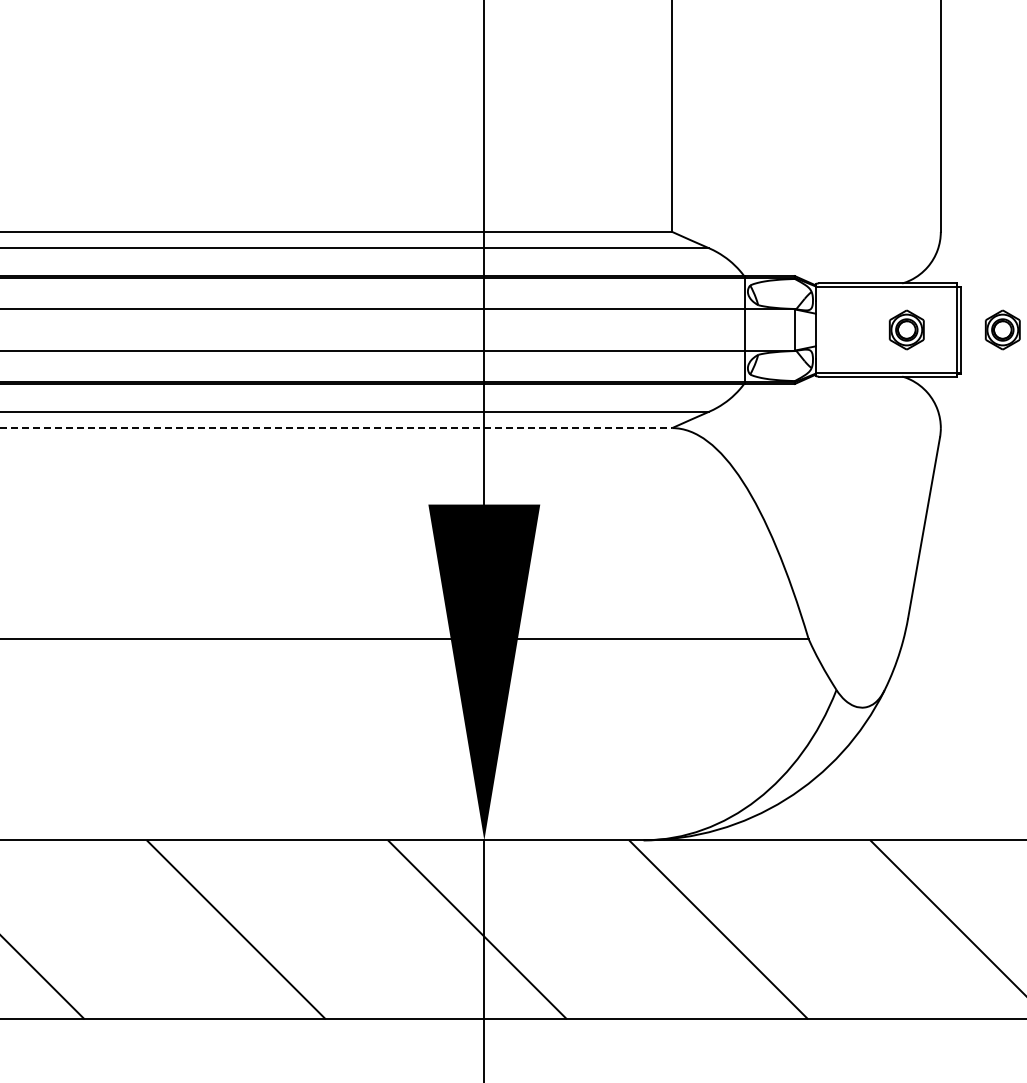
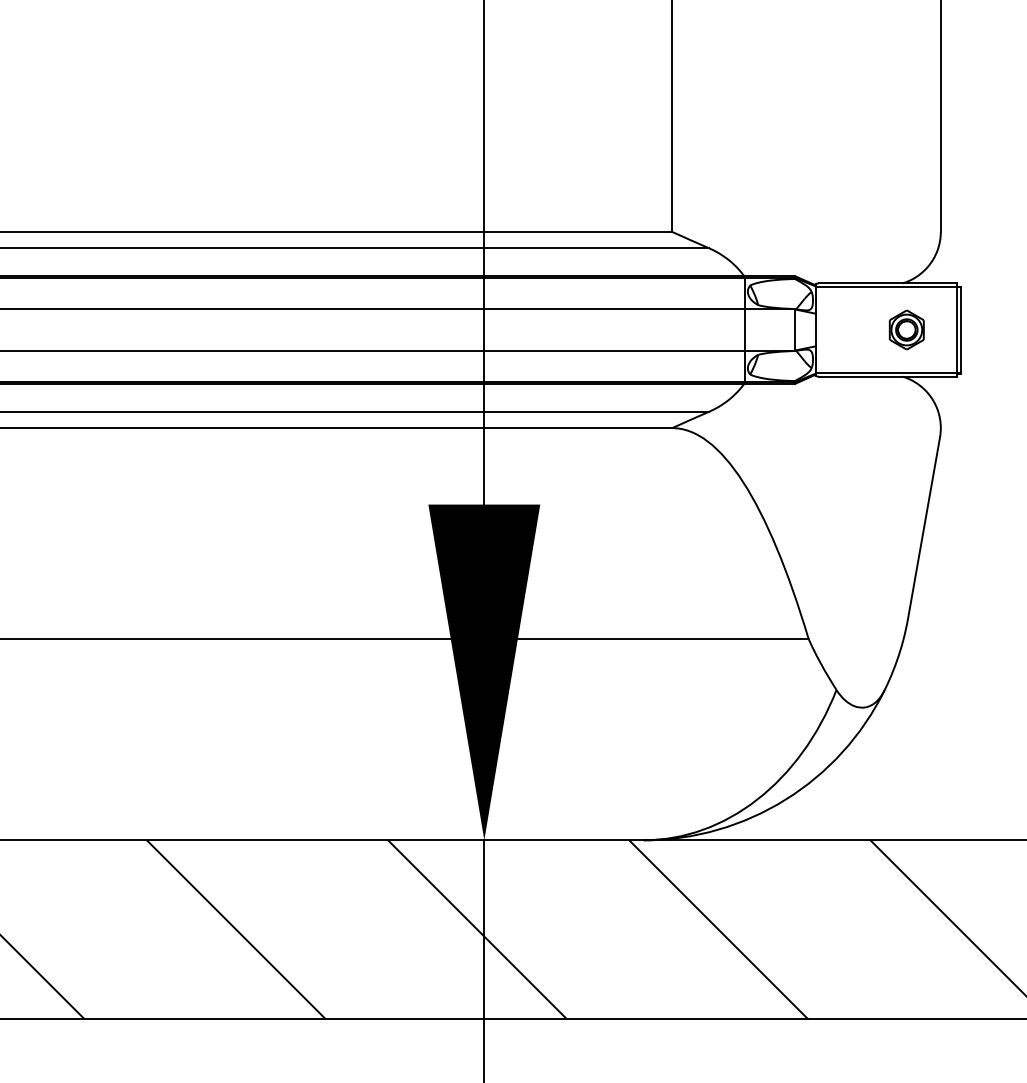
part at (1002, 329): present -> none
line at (336, 428): dashed -> solid
